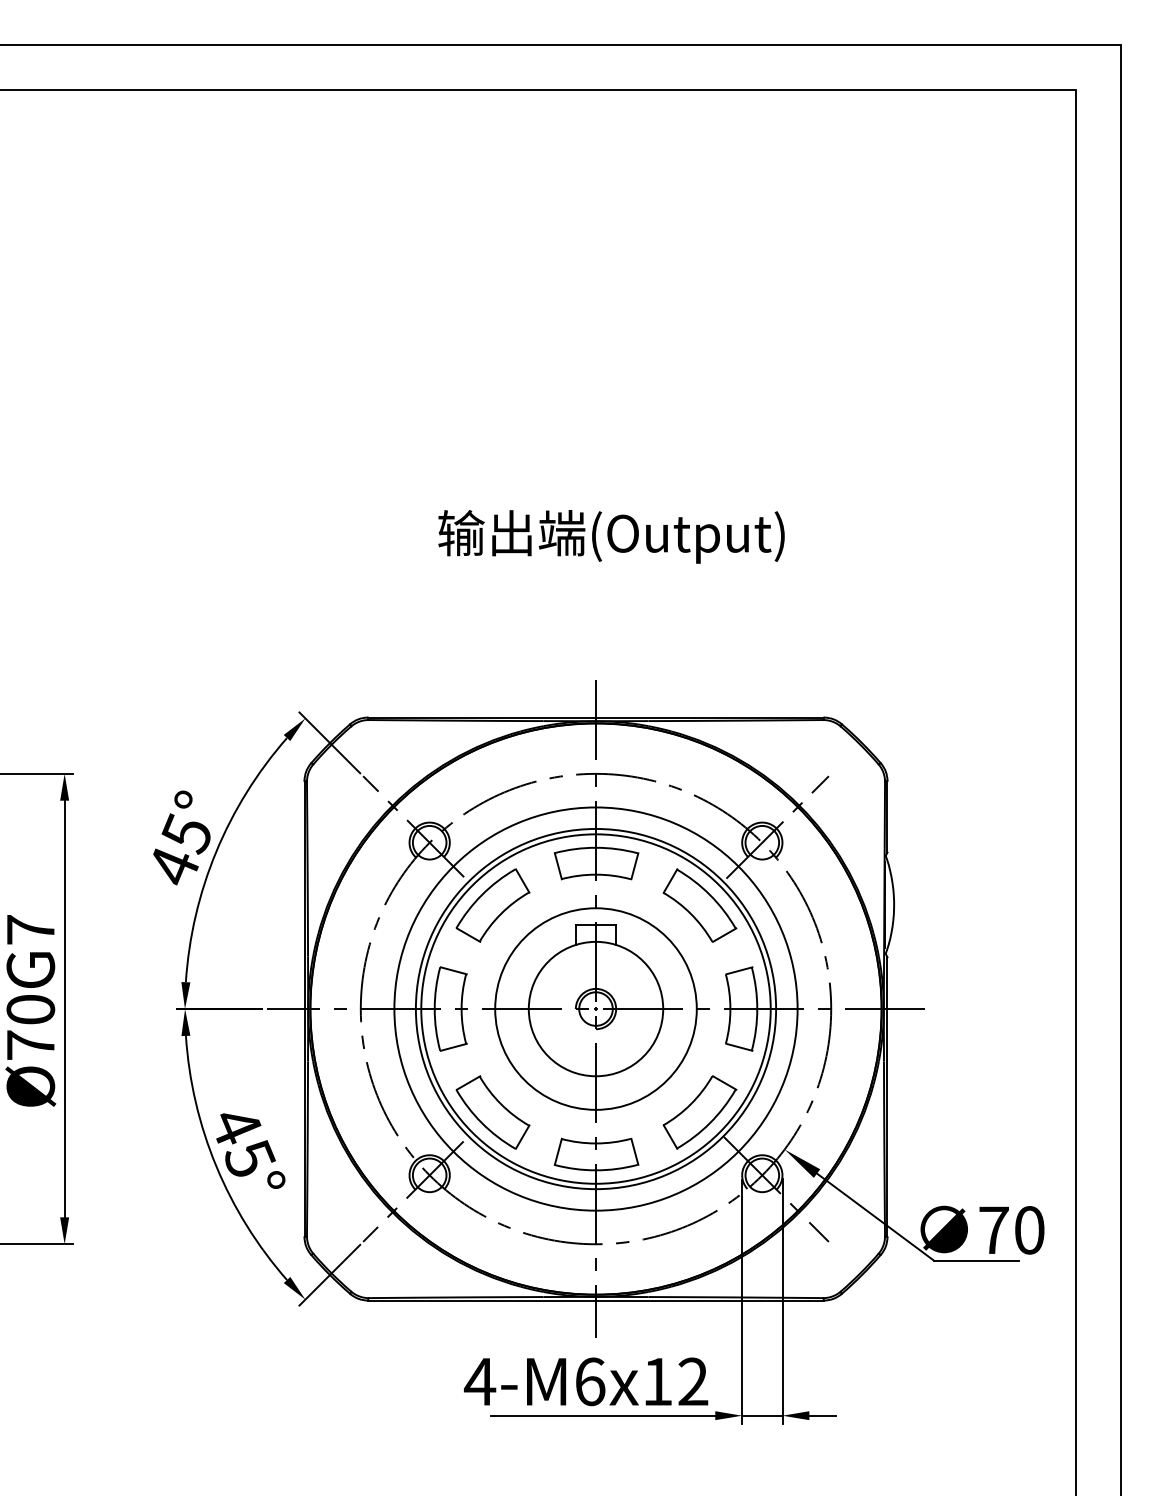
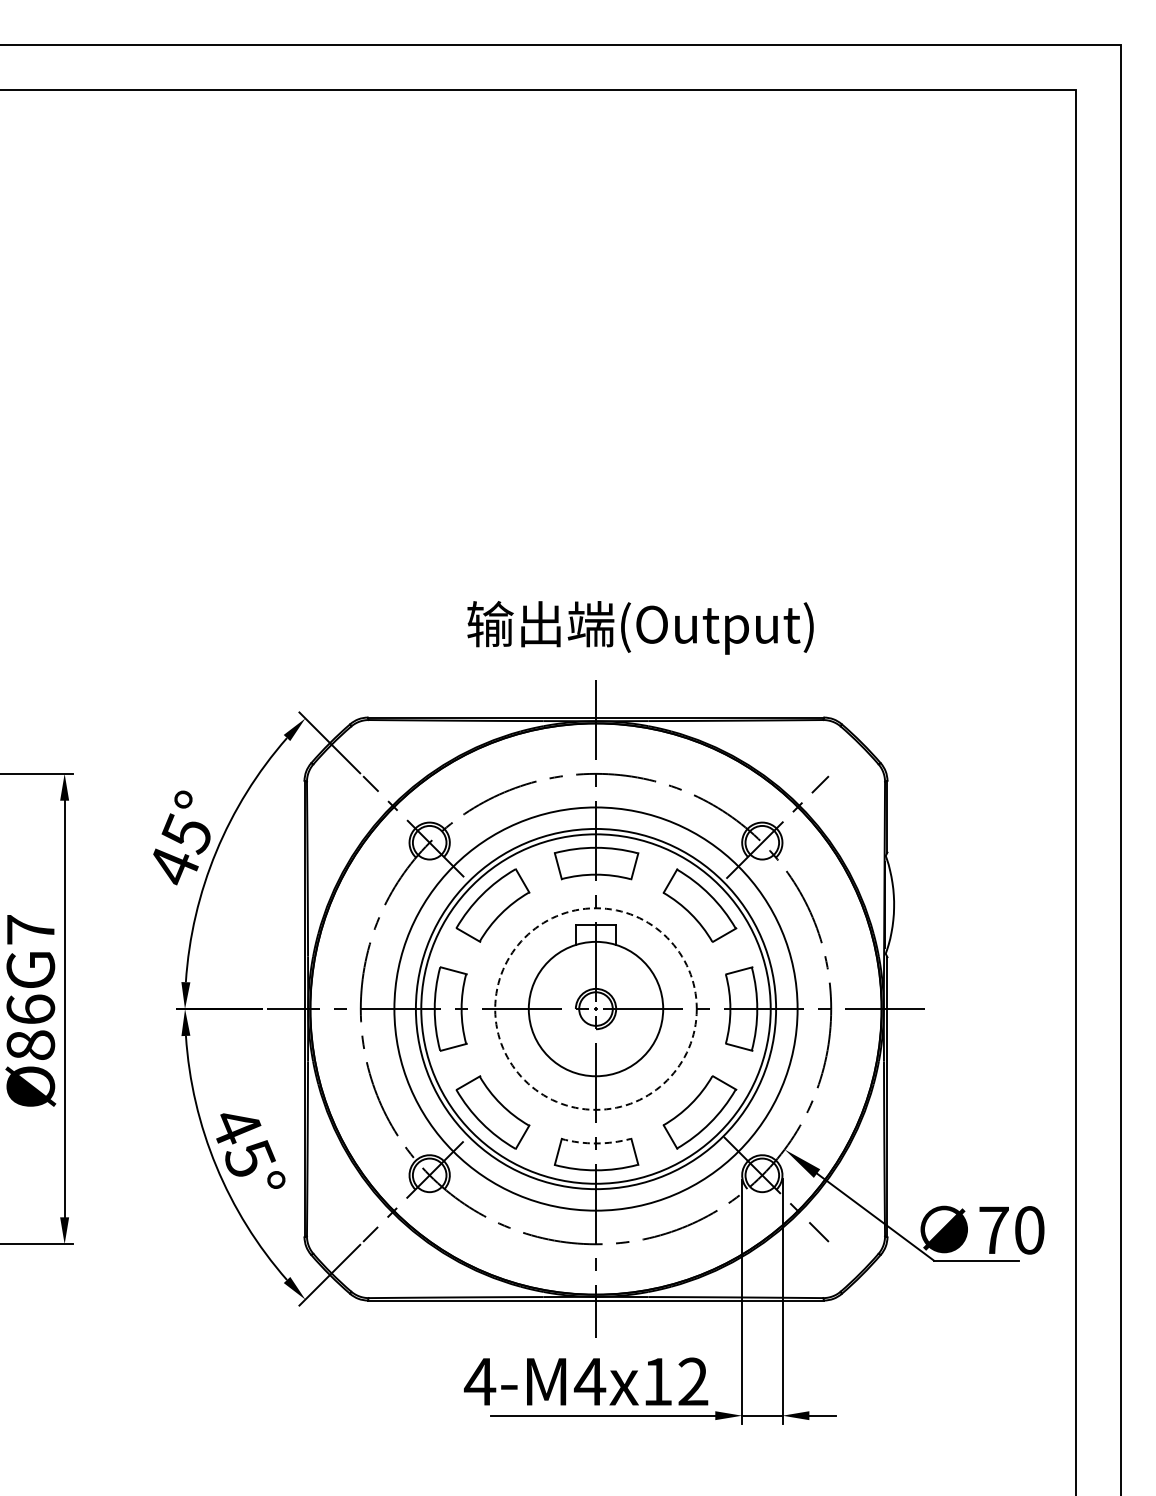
text at (611, 536) position: (611, 536) -> (640, 627)
circle at (595, 1008): solid -> dashed
text at (30, 1026): Ø70G7 -> Ø86G7
arc at (596, 1143): solid -> dashed
text at (589, 1381): 4-M6x12 -> 4-M4x12
